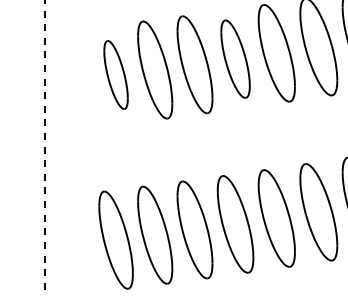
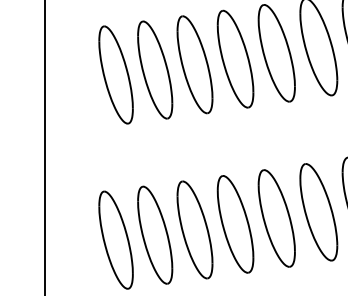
part at (235, 58) size: 31x80 px -> 39x100 px
part at (115, 74) size: 26x70 px -> 36x100 px
line at (45, 147): dashed -> solid
